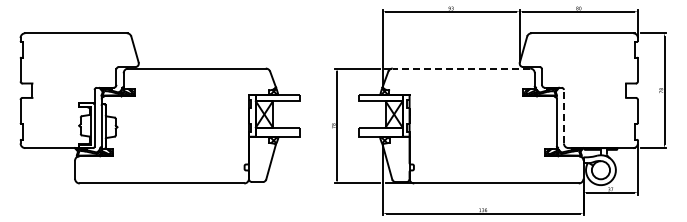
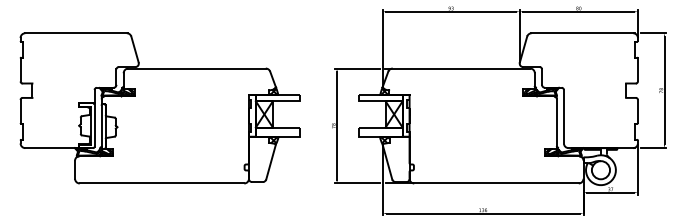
line at (461, 68): dashed -> solid
line at (563, 116): dashed -> solid
